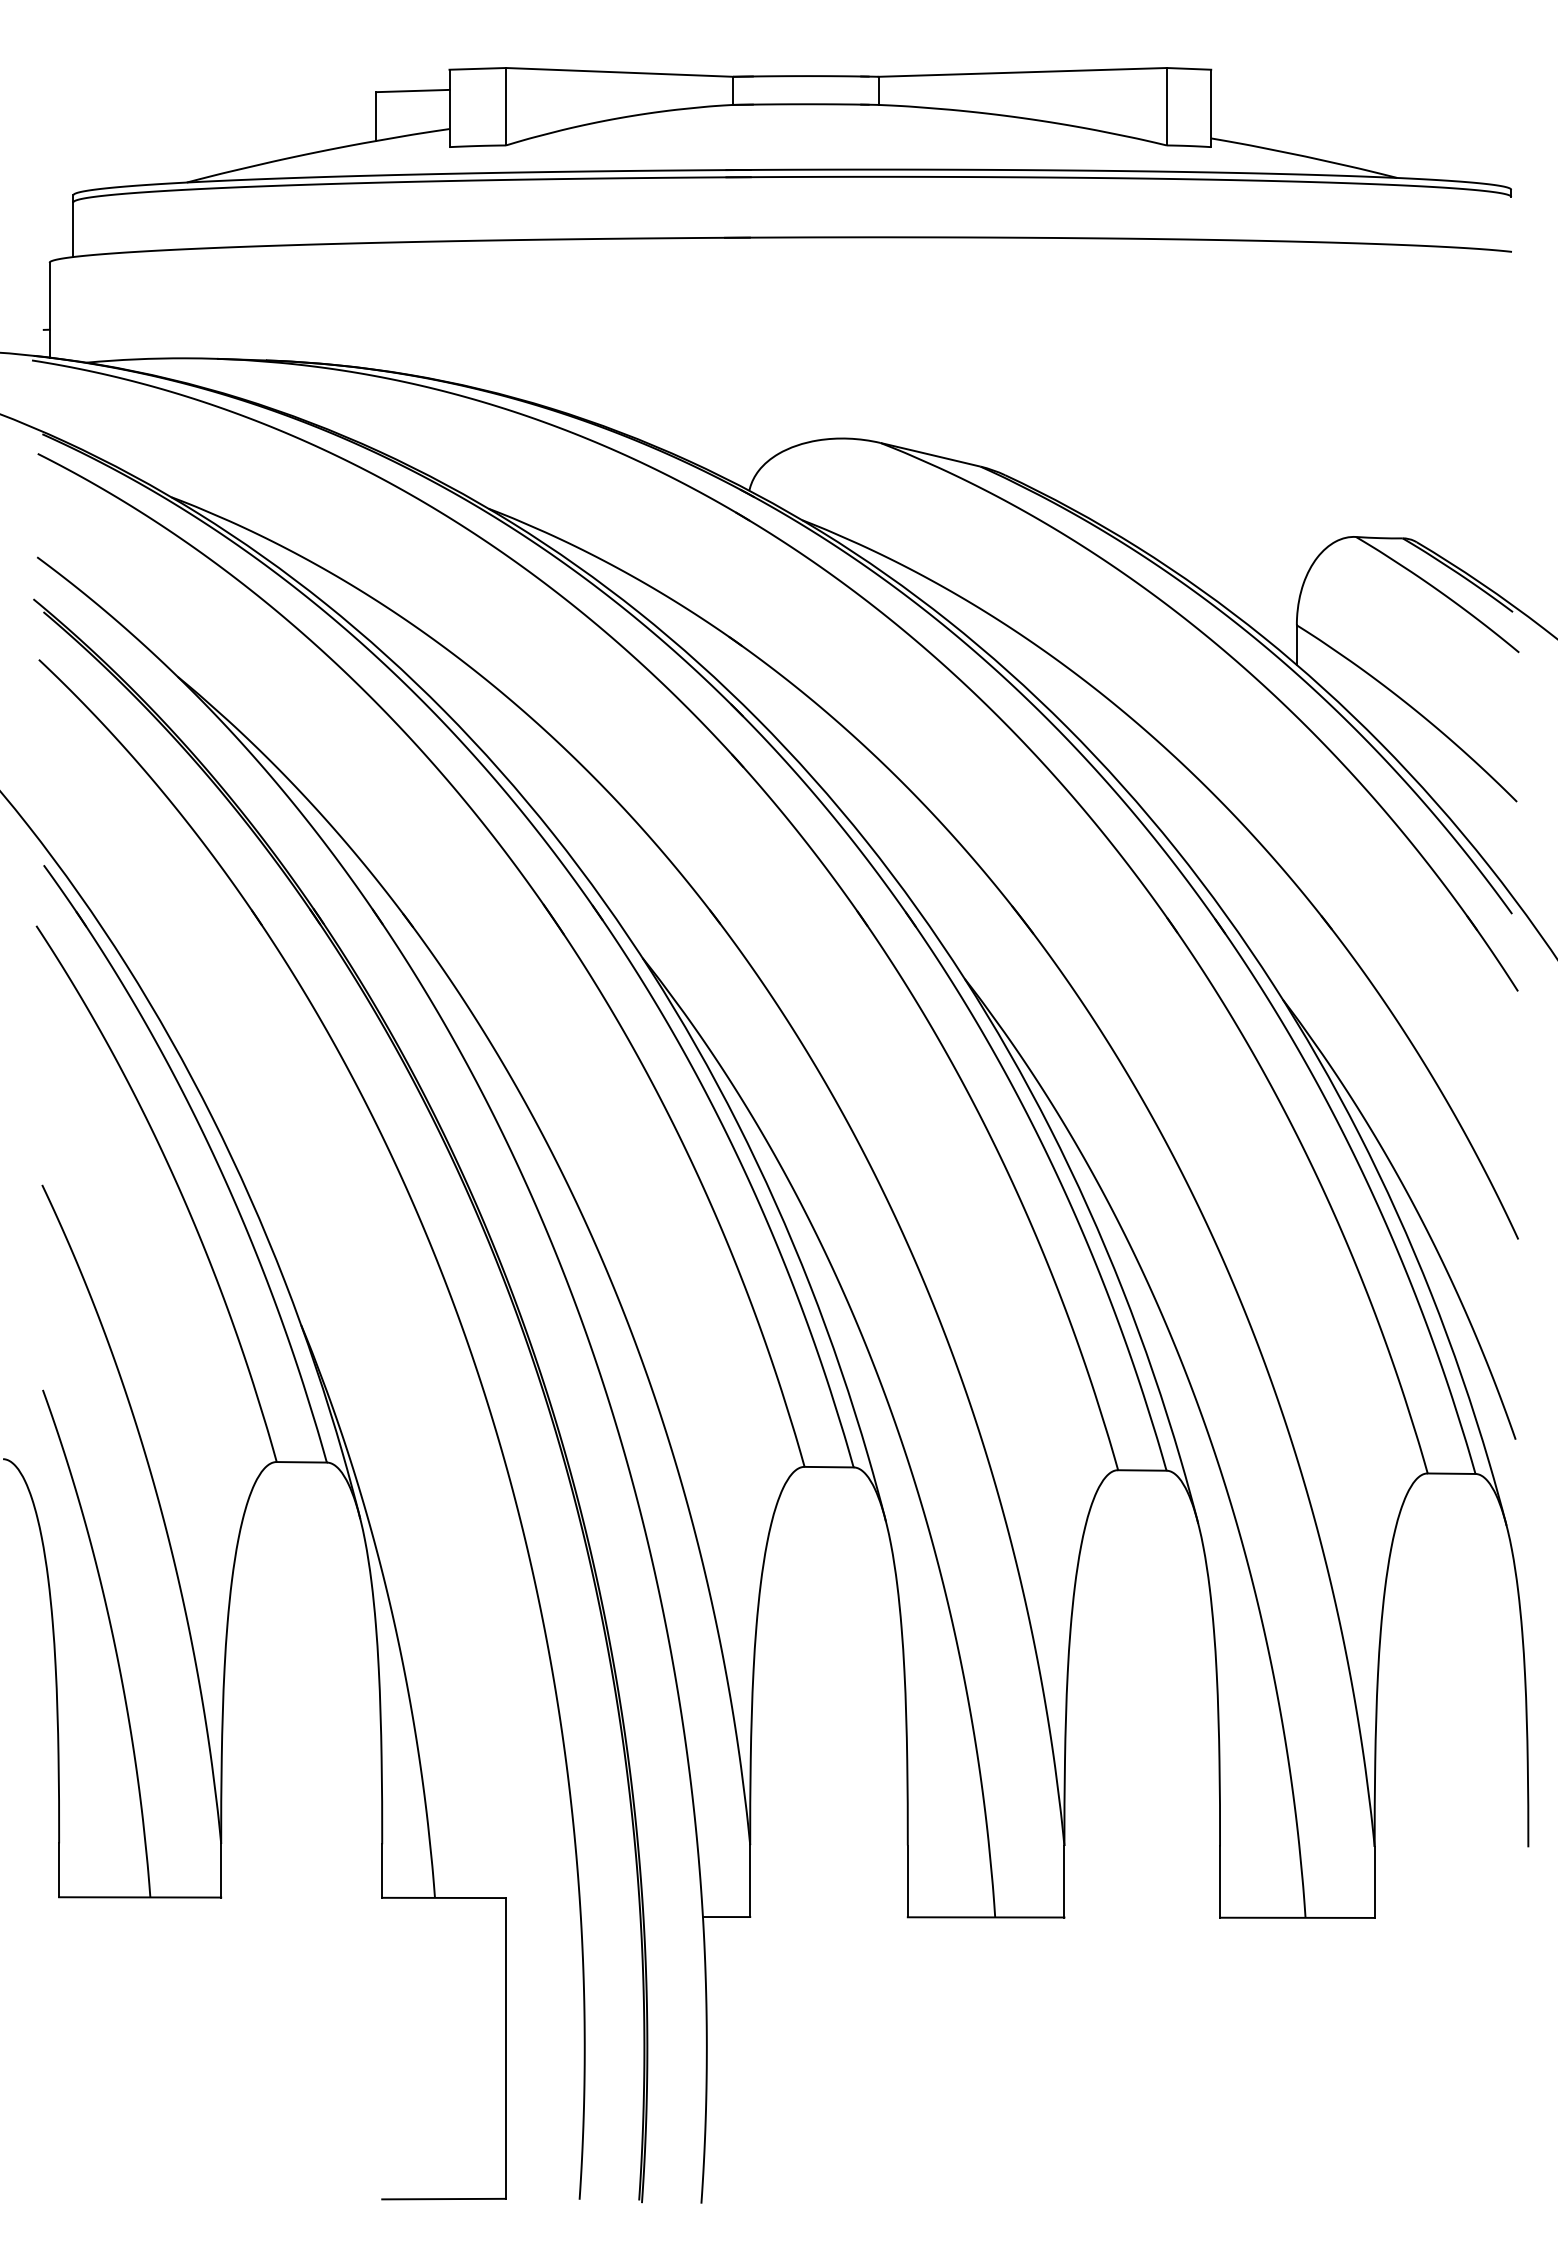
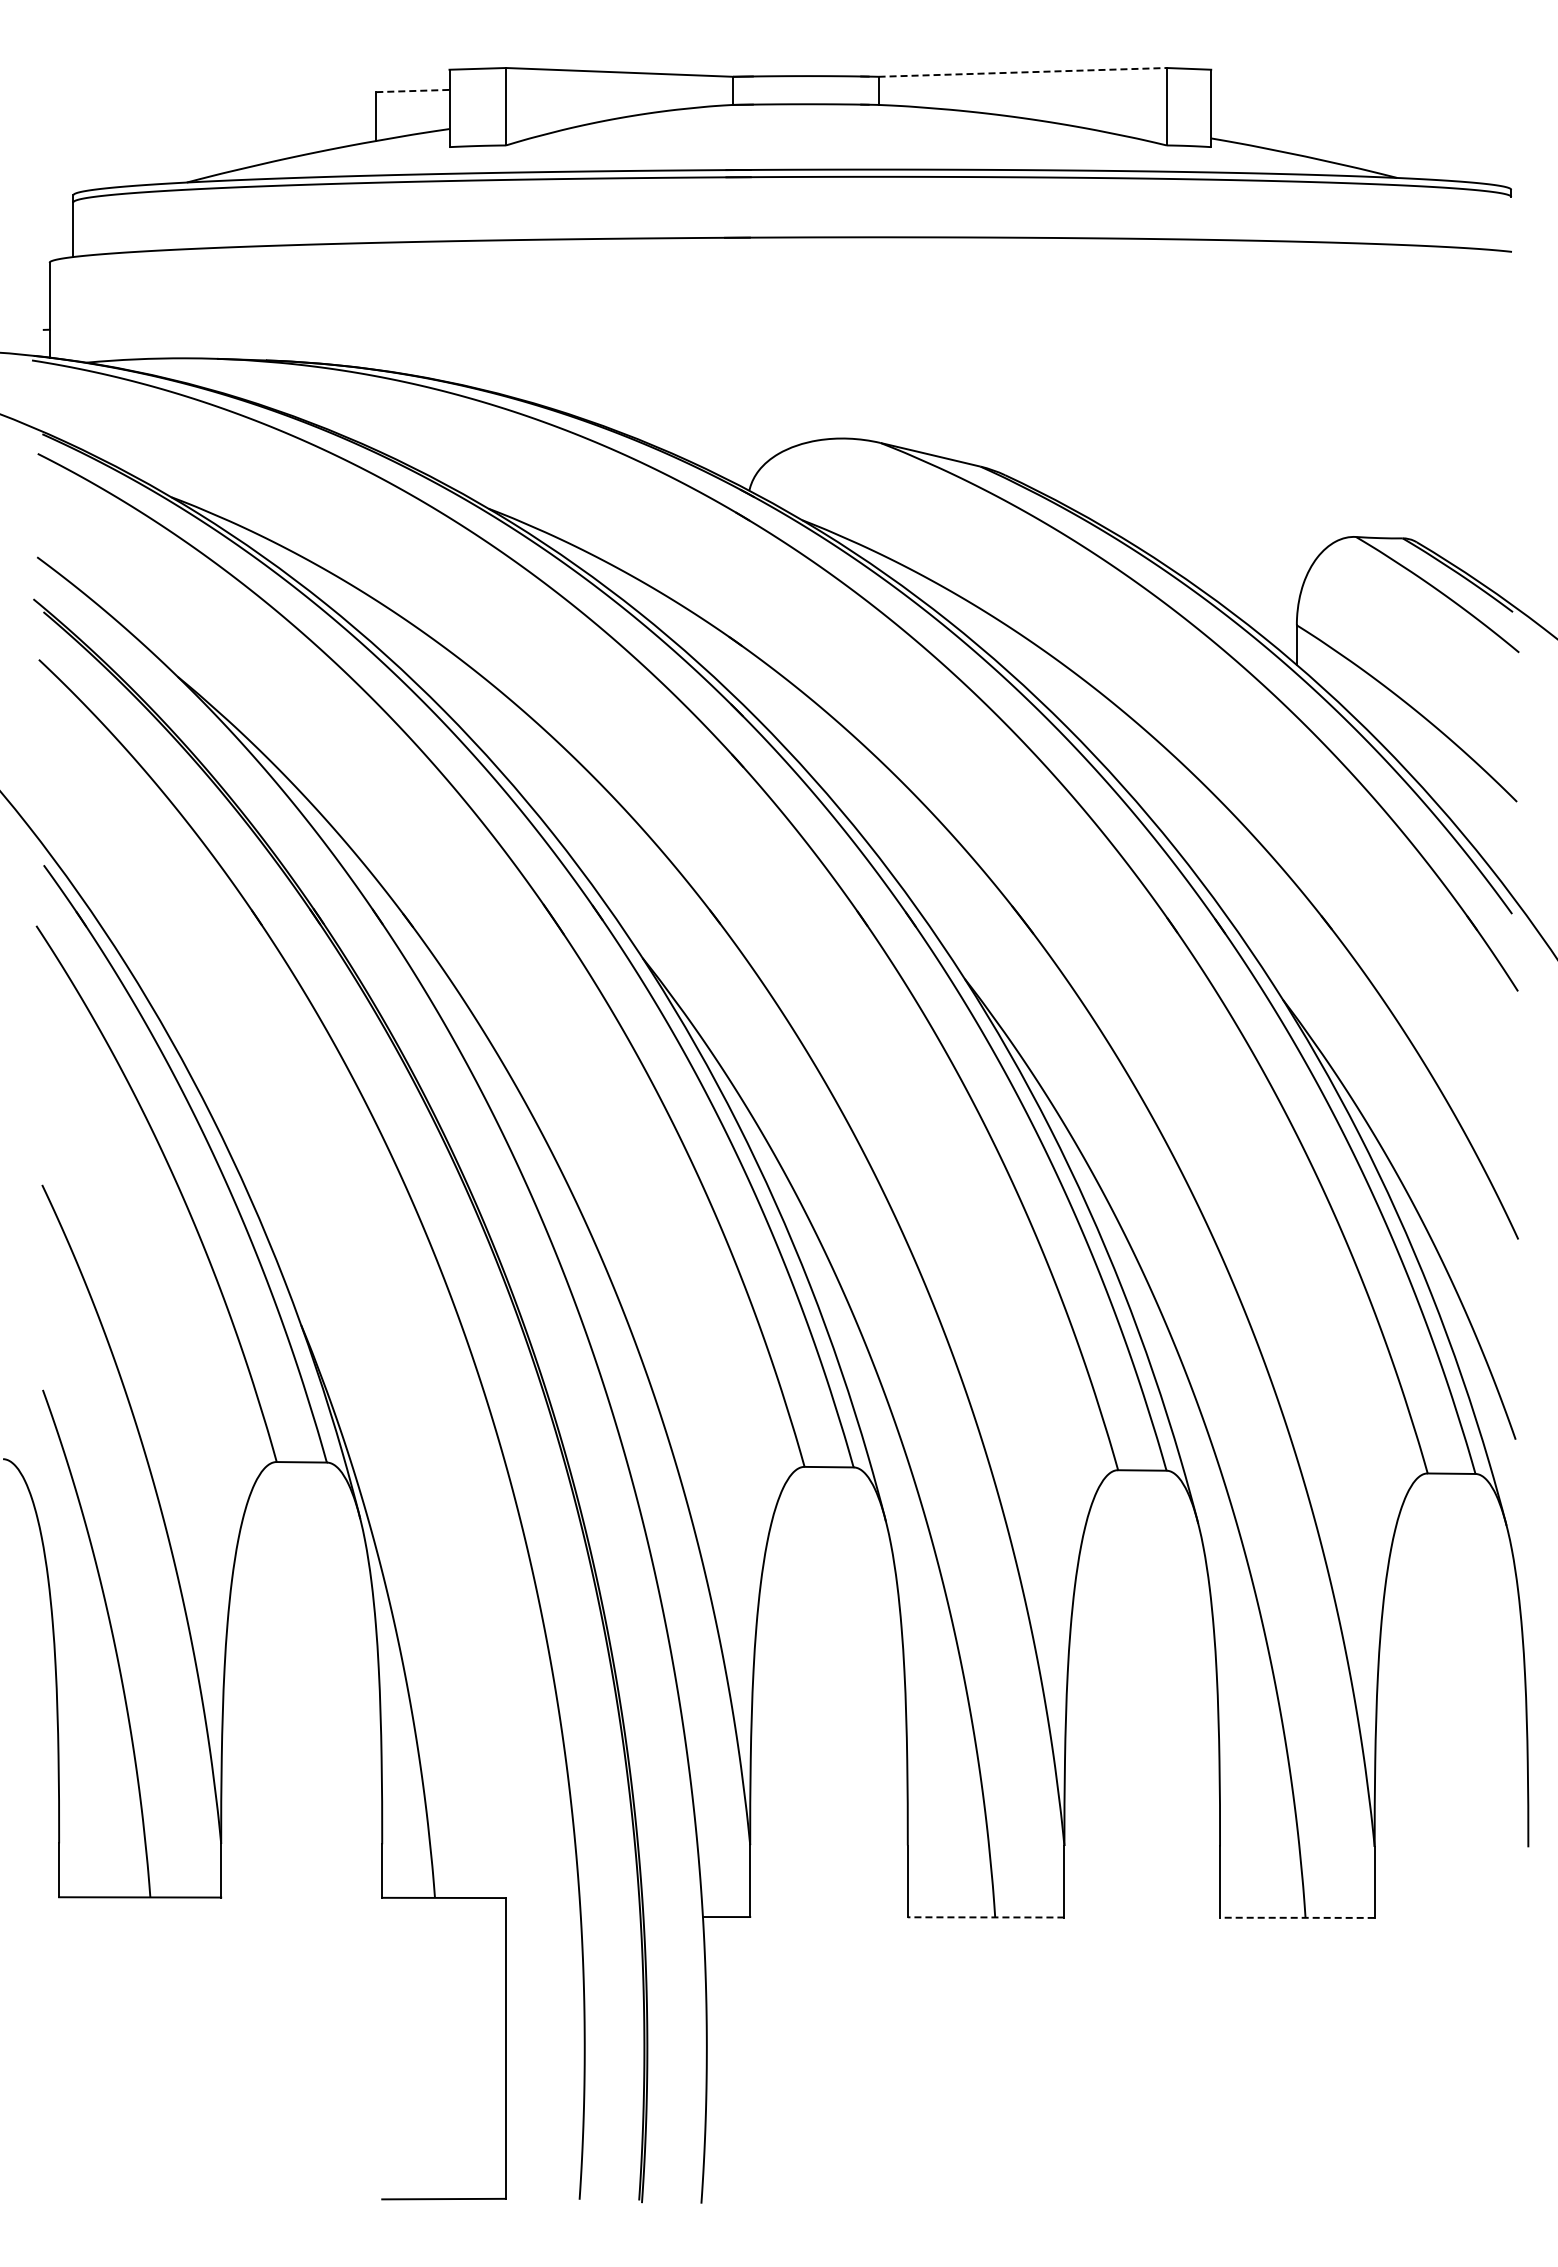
line at (1023, 72): solid -> dashed
line at (412, 91): solid -> dashed
line at (985, 1917): solid -> dashed
line at (1296, 1917): solid -> dashed
